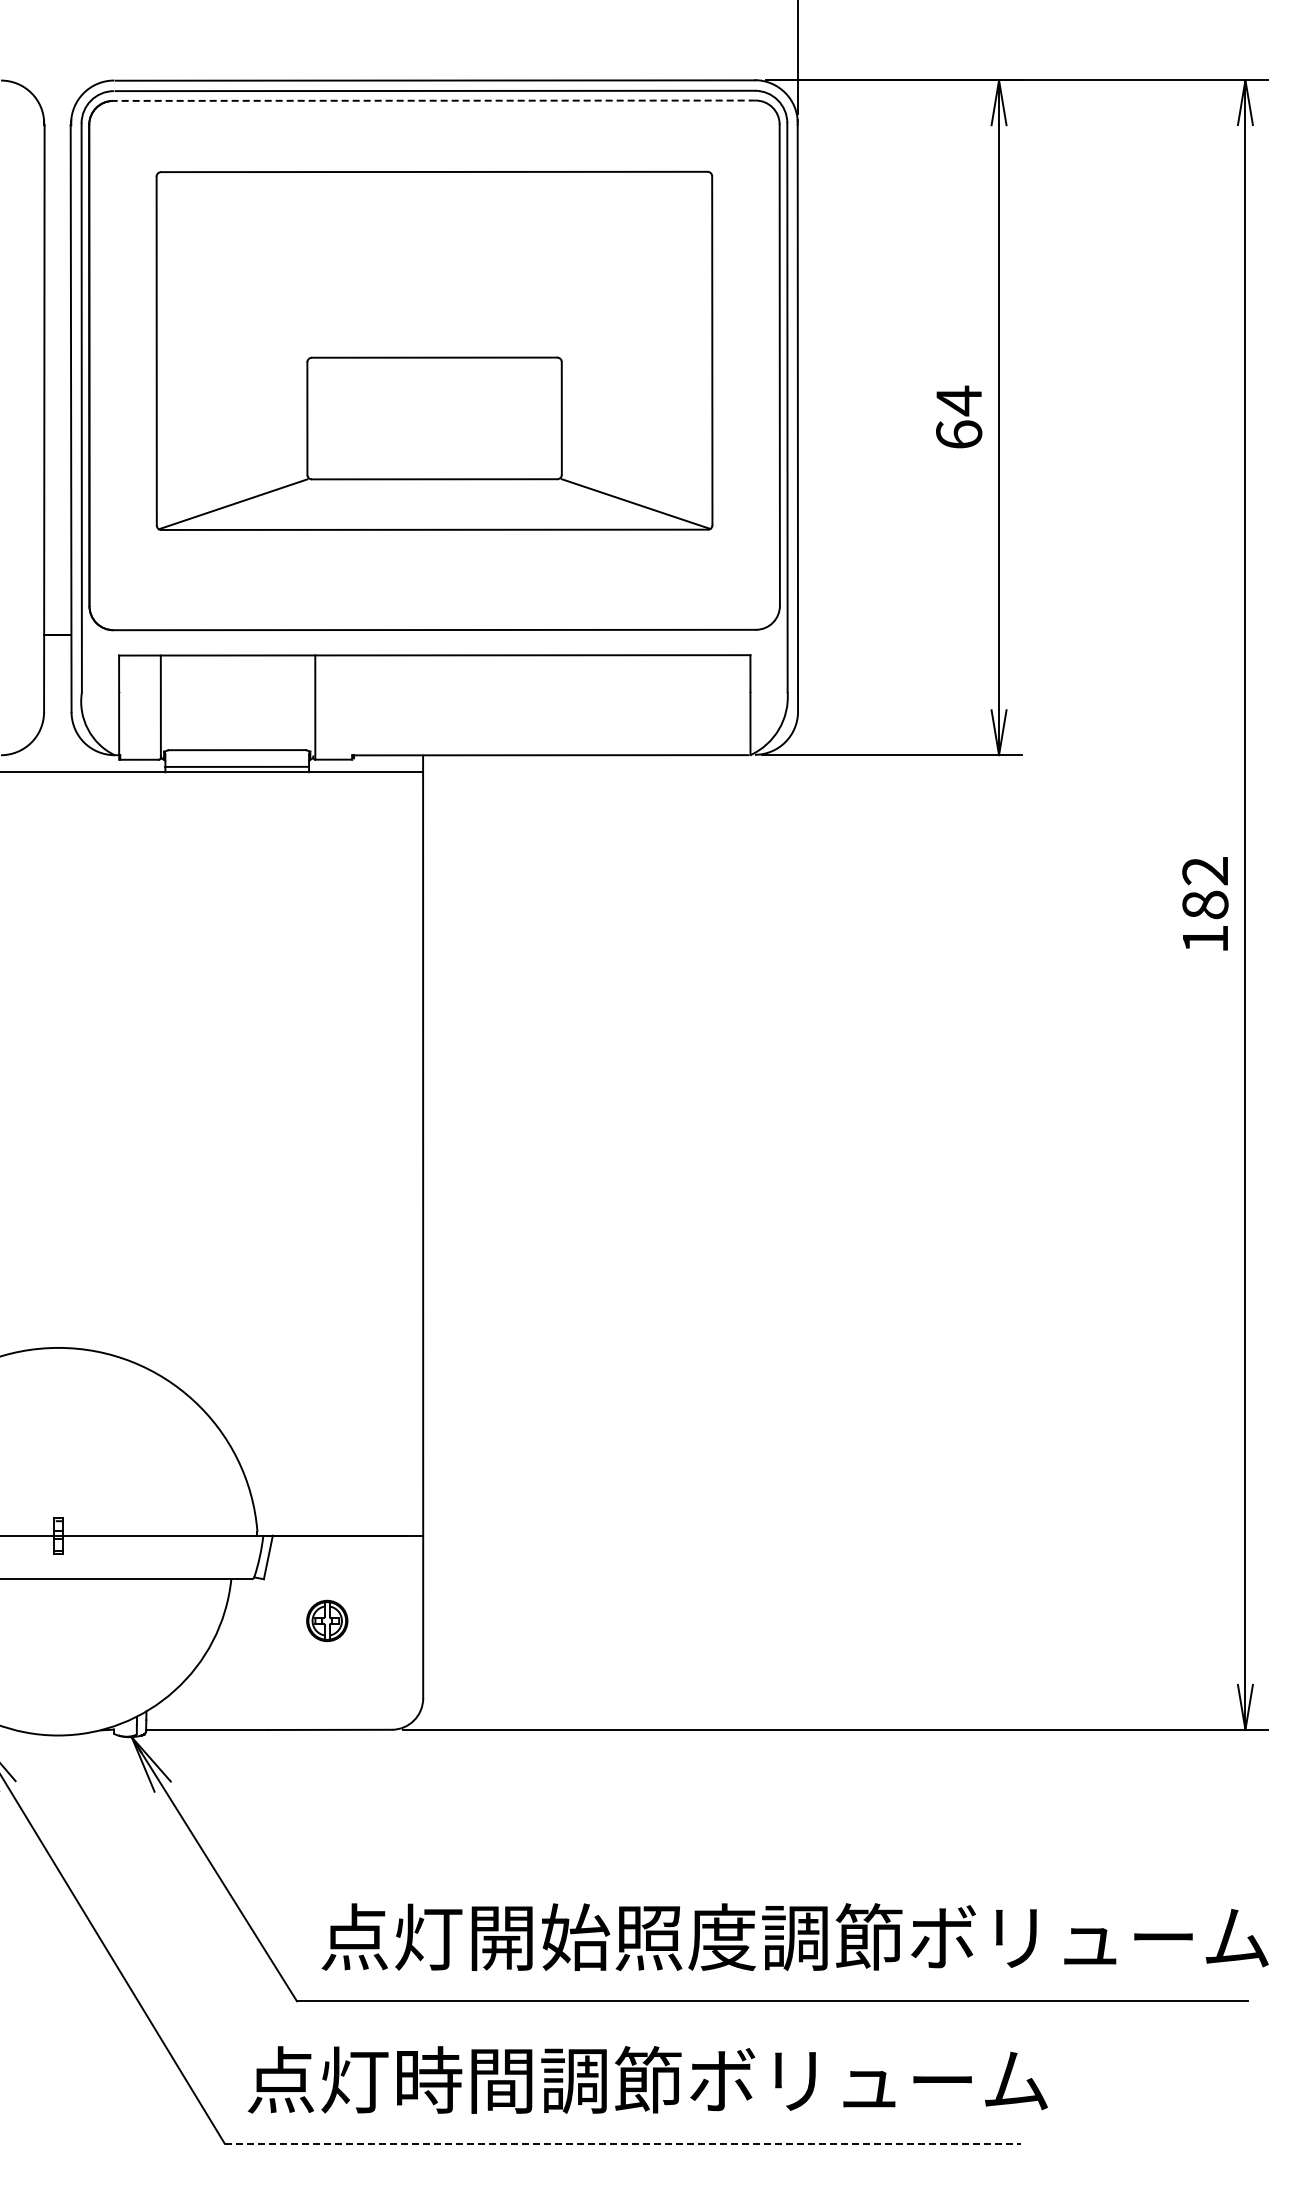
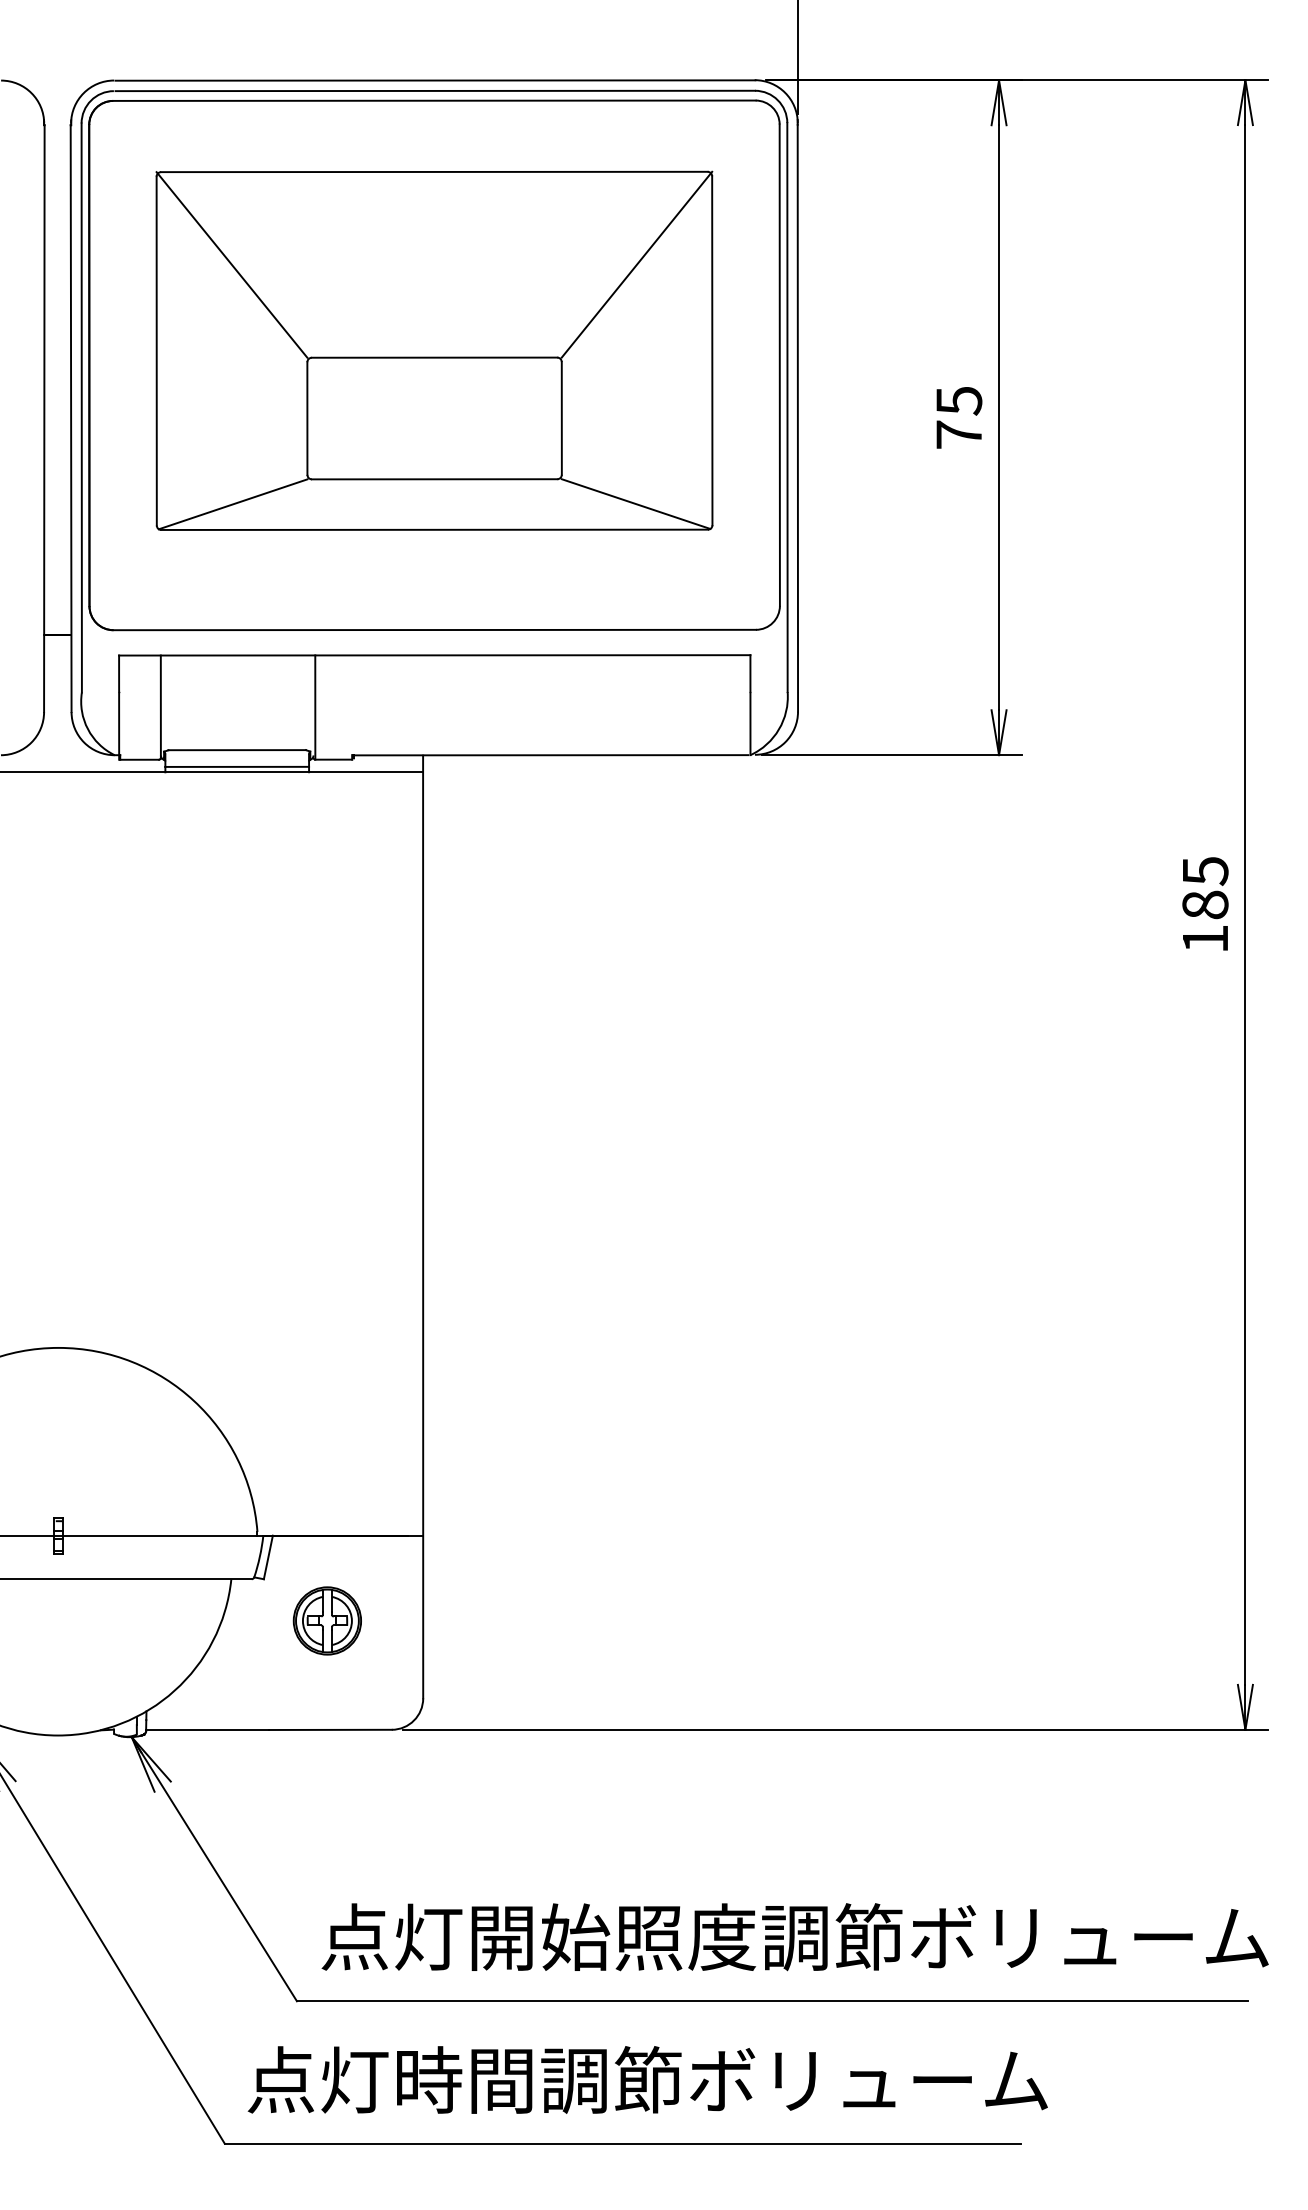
line at (433, 100): dashed -> solid
line at (231, 264): none -> present
line at (636, 264): none -> present
text at (959, 416): 64 -> 75
text at (1205, 871): 182 -> 185
part at (327, 1620) size: 43x44 px -> 70x70 px
line at (623, 2143): dashed -> solid
